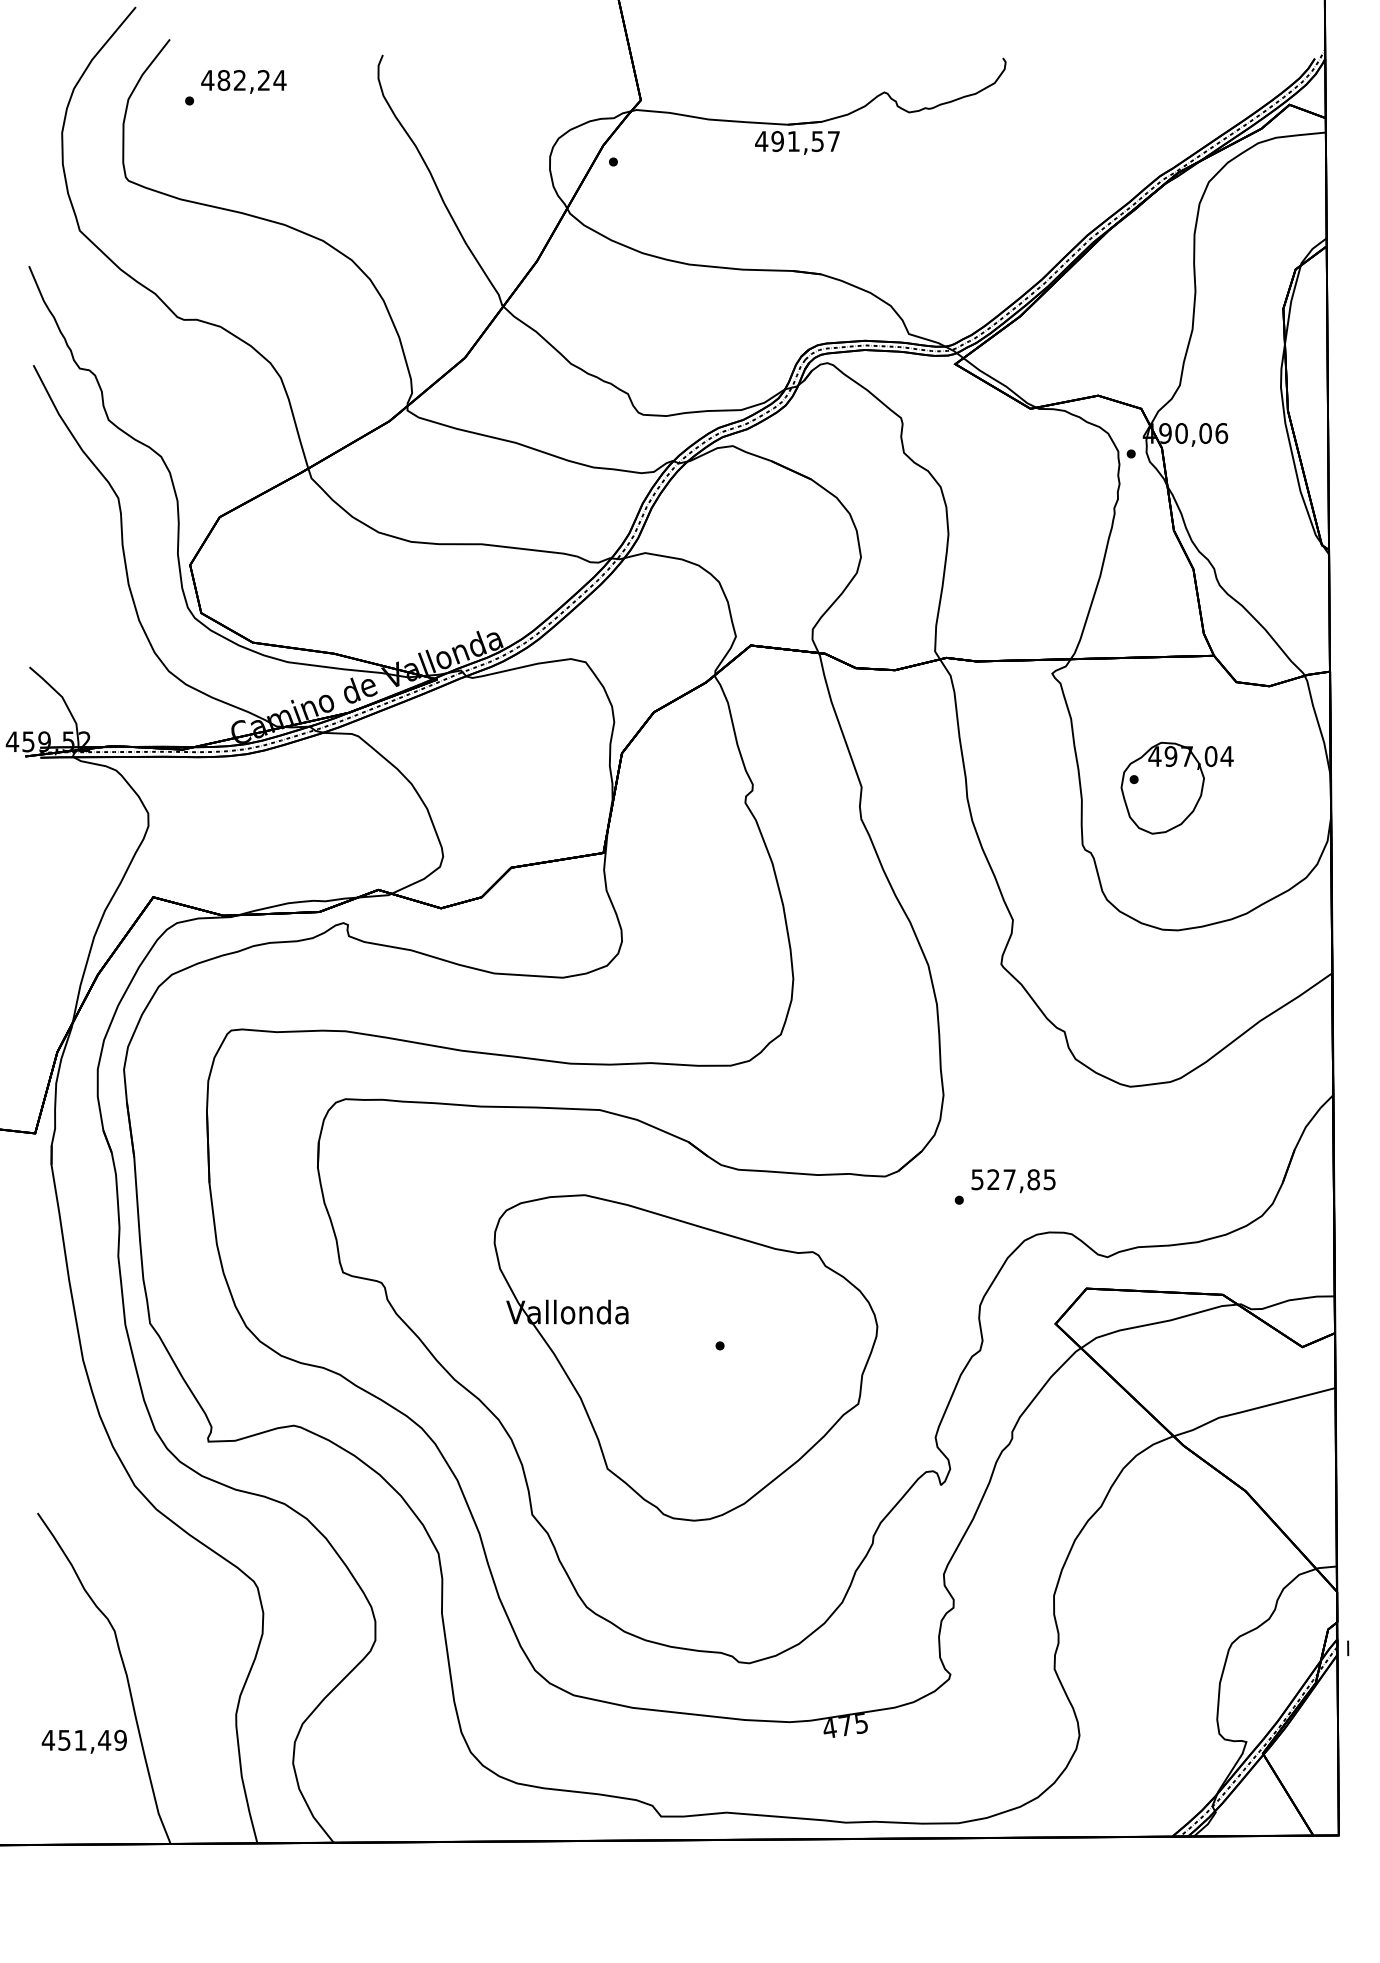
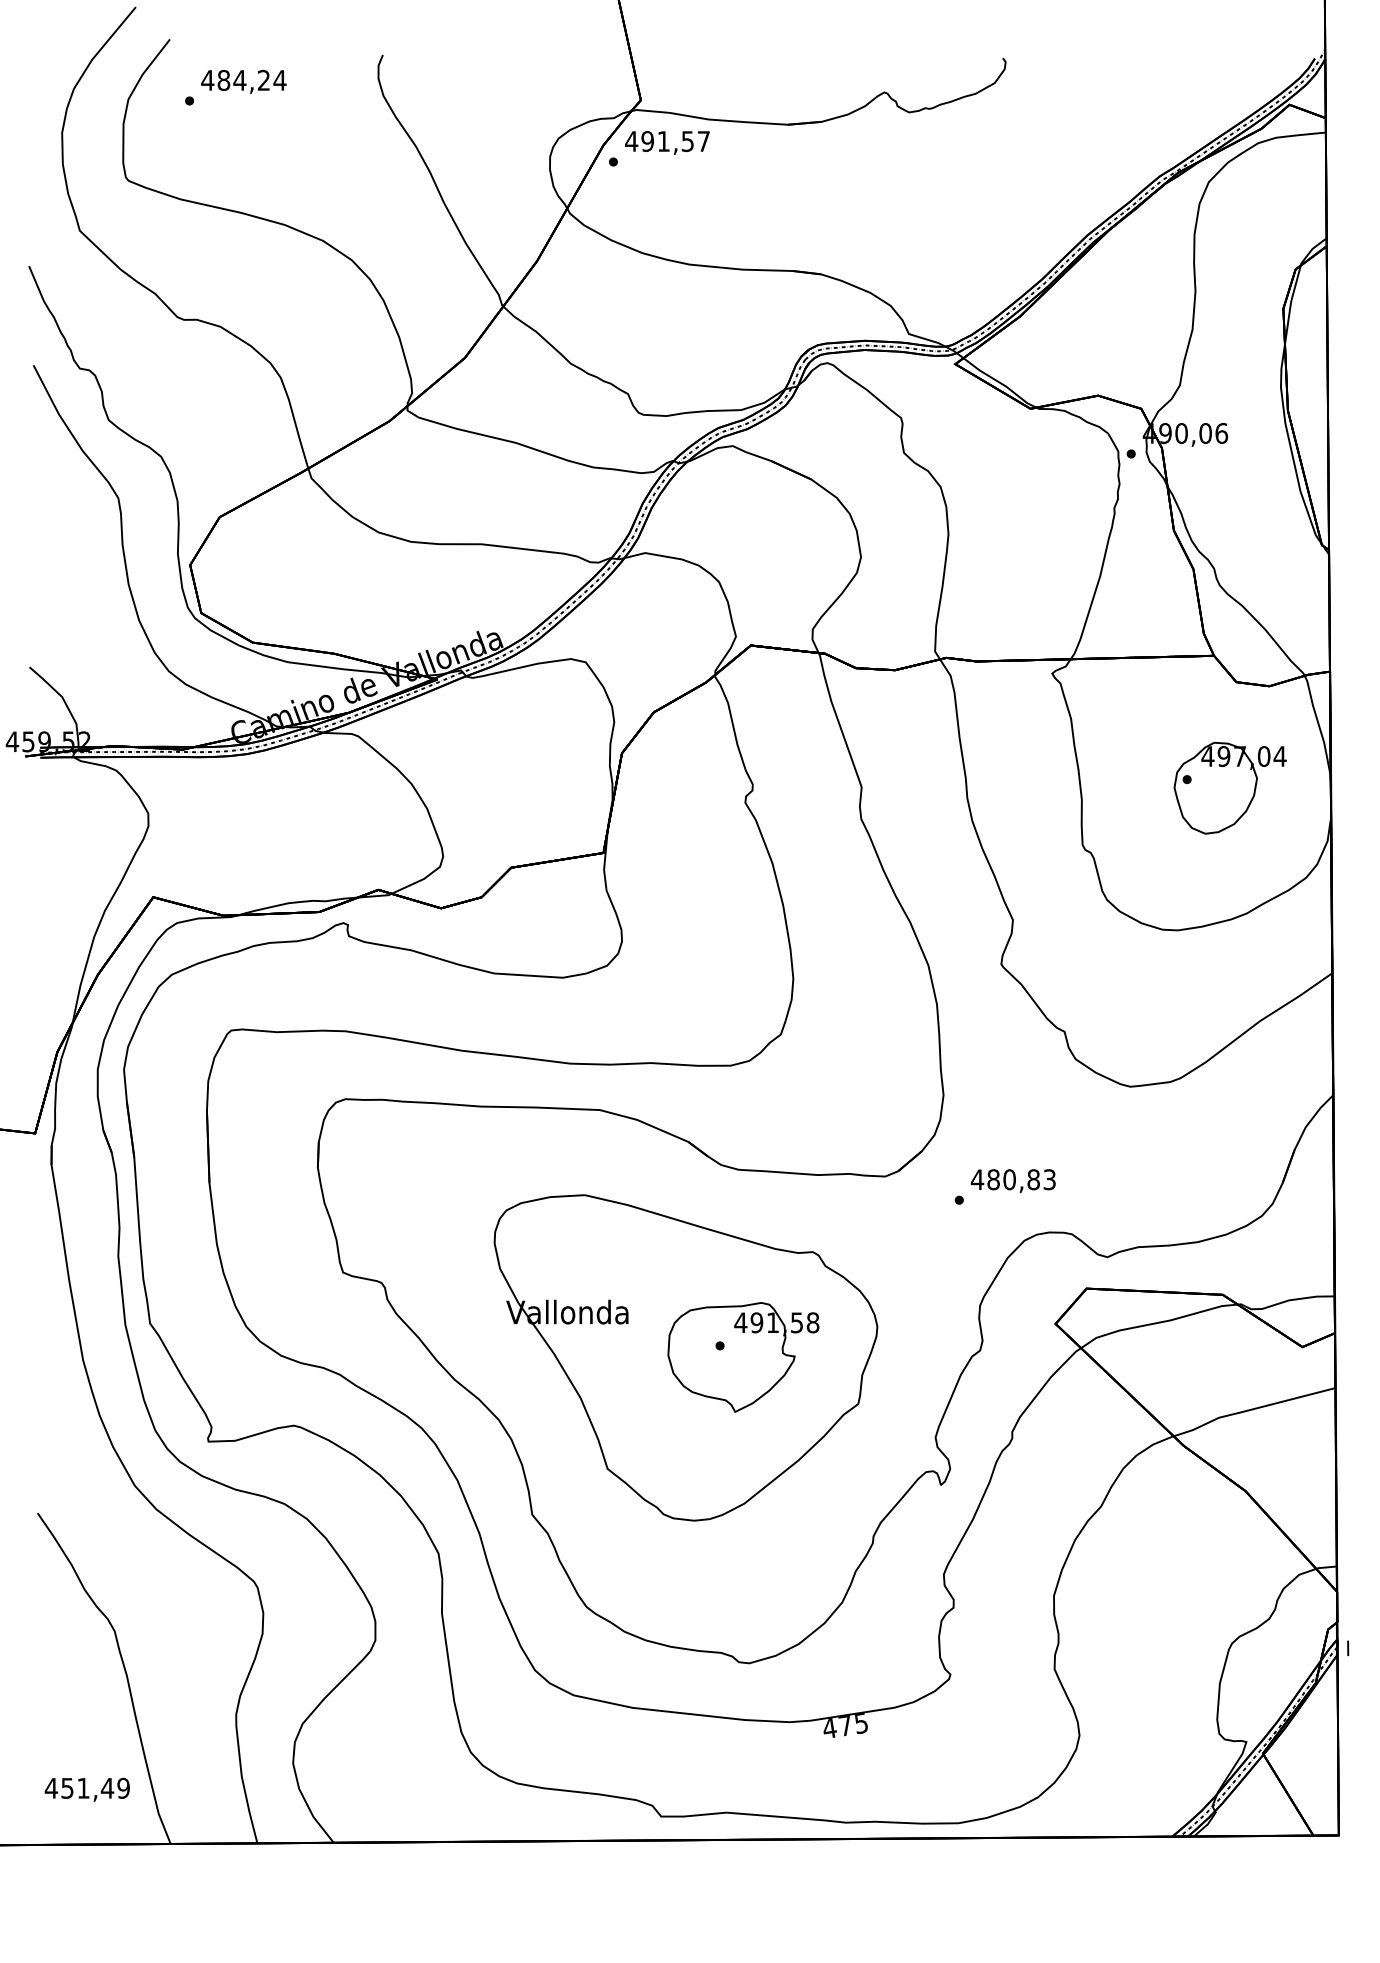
text at (239, 80): 482,24 -> 484,24
text at (797, 142) position: (797, 142) -> (667, 142)
part at (1176, 787) position: (1176, 787) -> (1229, 787)
text at (1012, 1179): 527,85 -> 480,83
part at (743, 1357): none -> present
text at (83, 1741) position: (83, 1741) -> (86, 1789)
